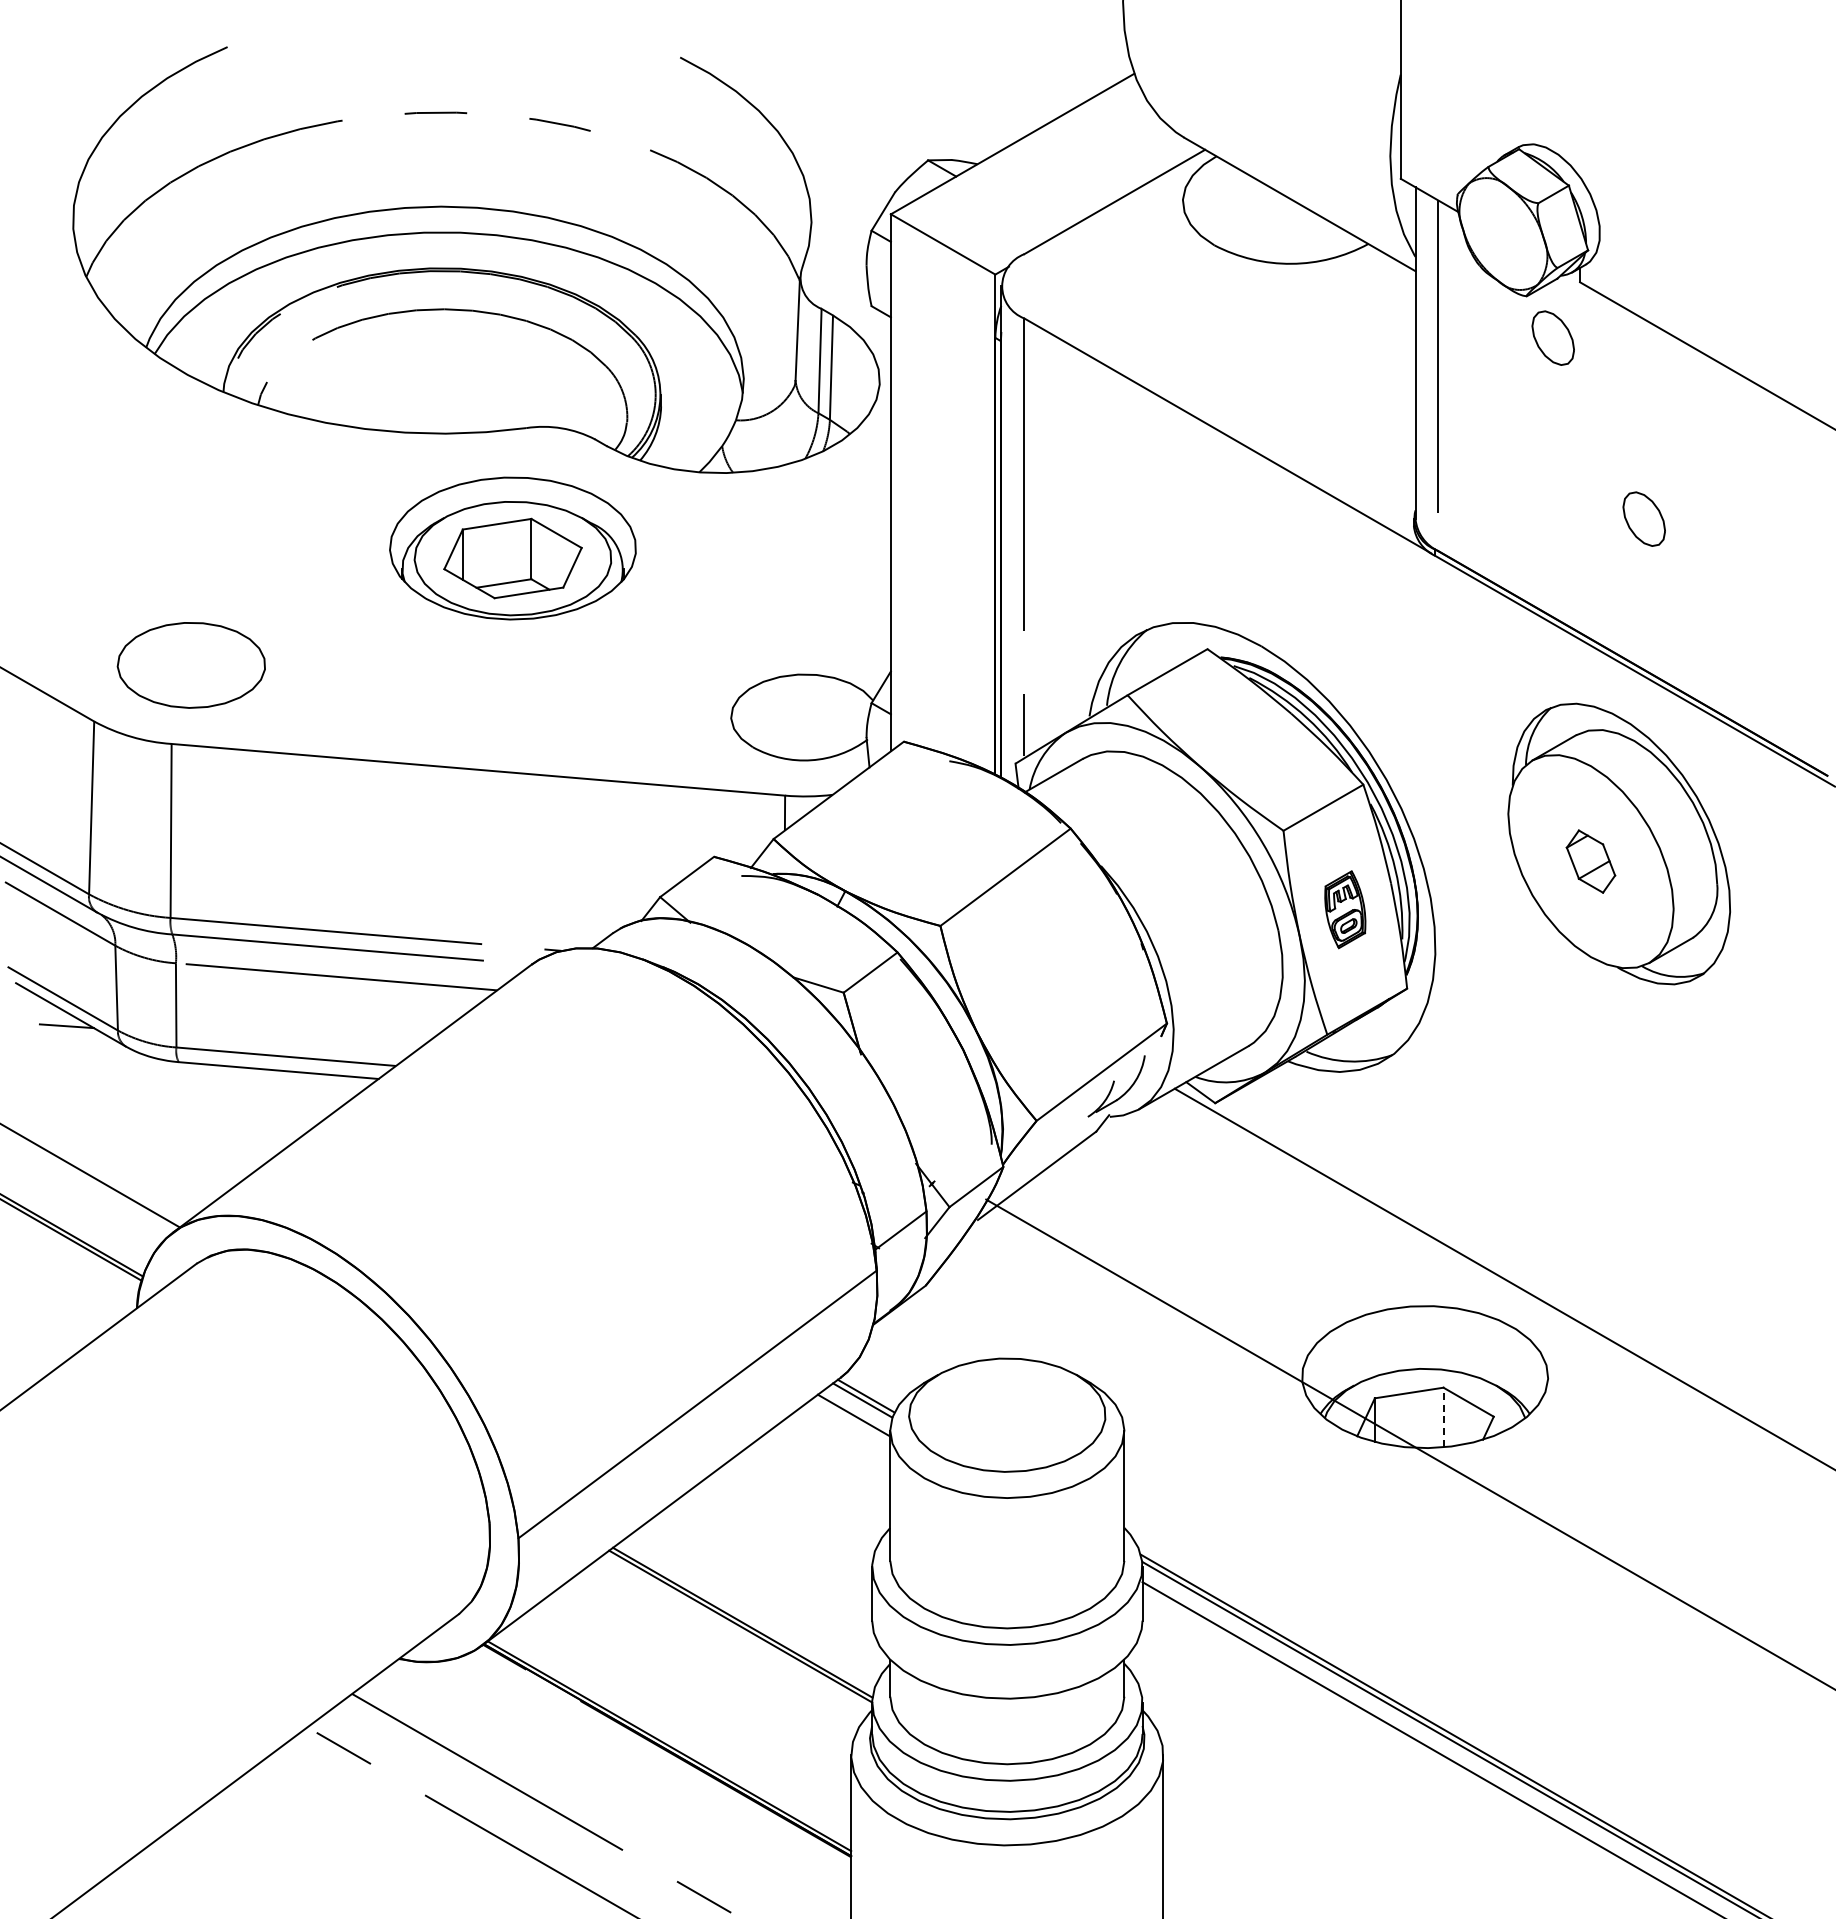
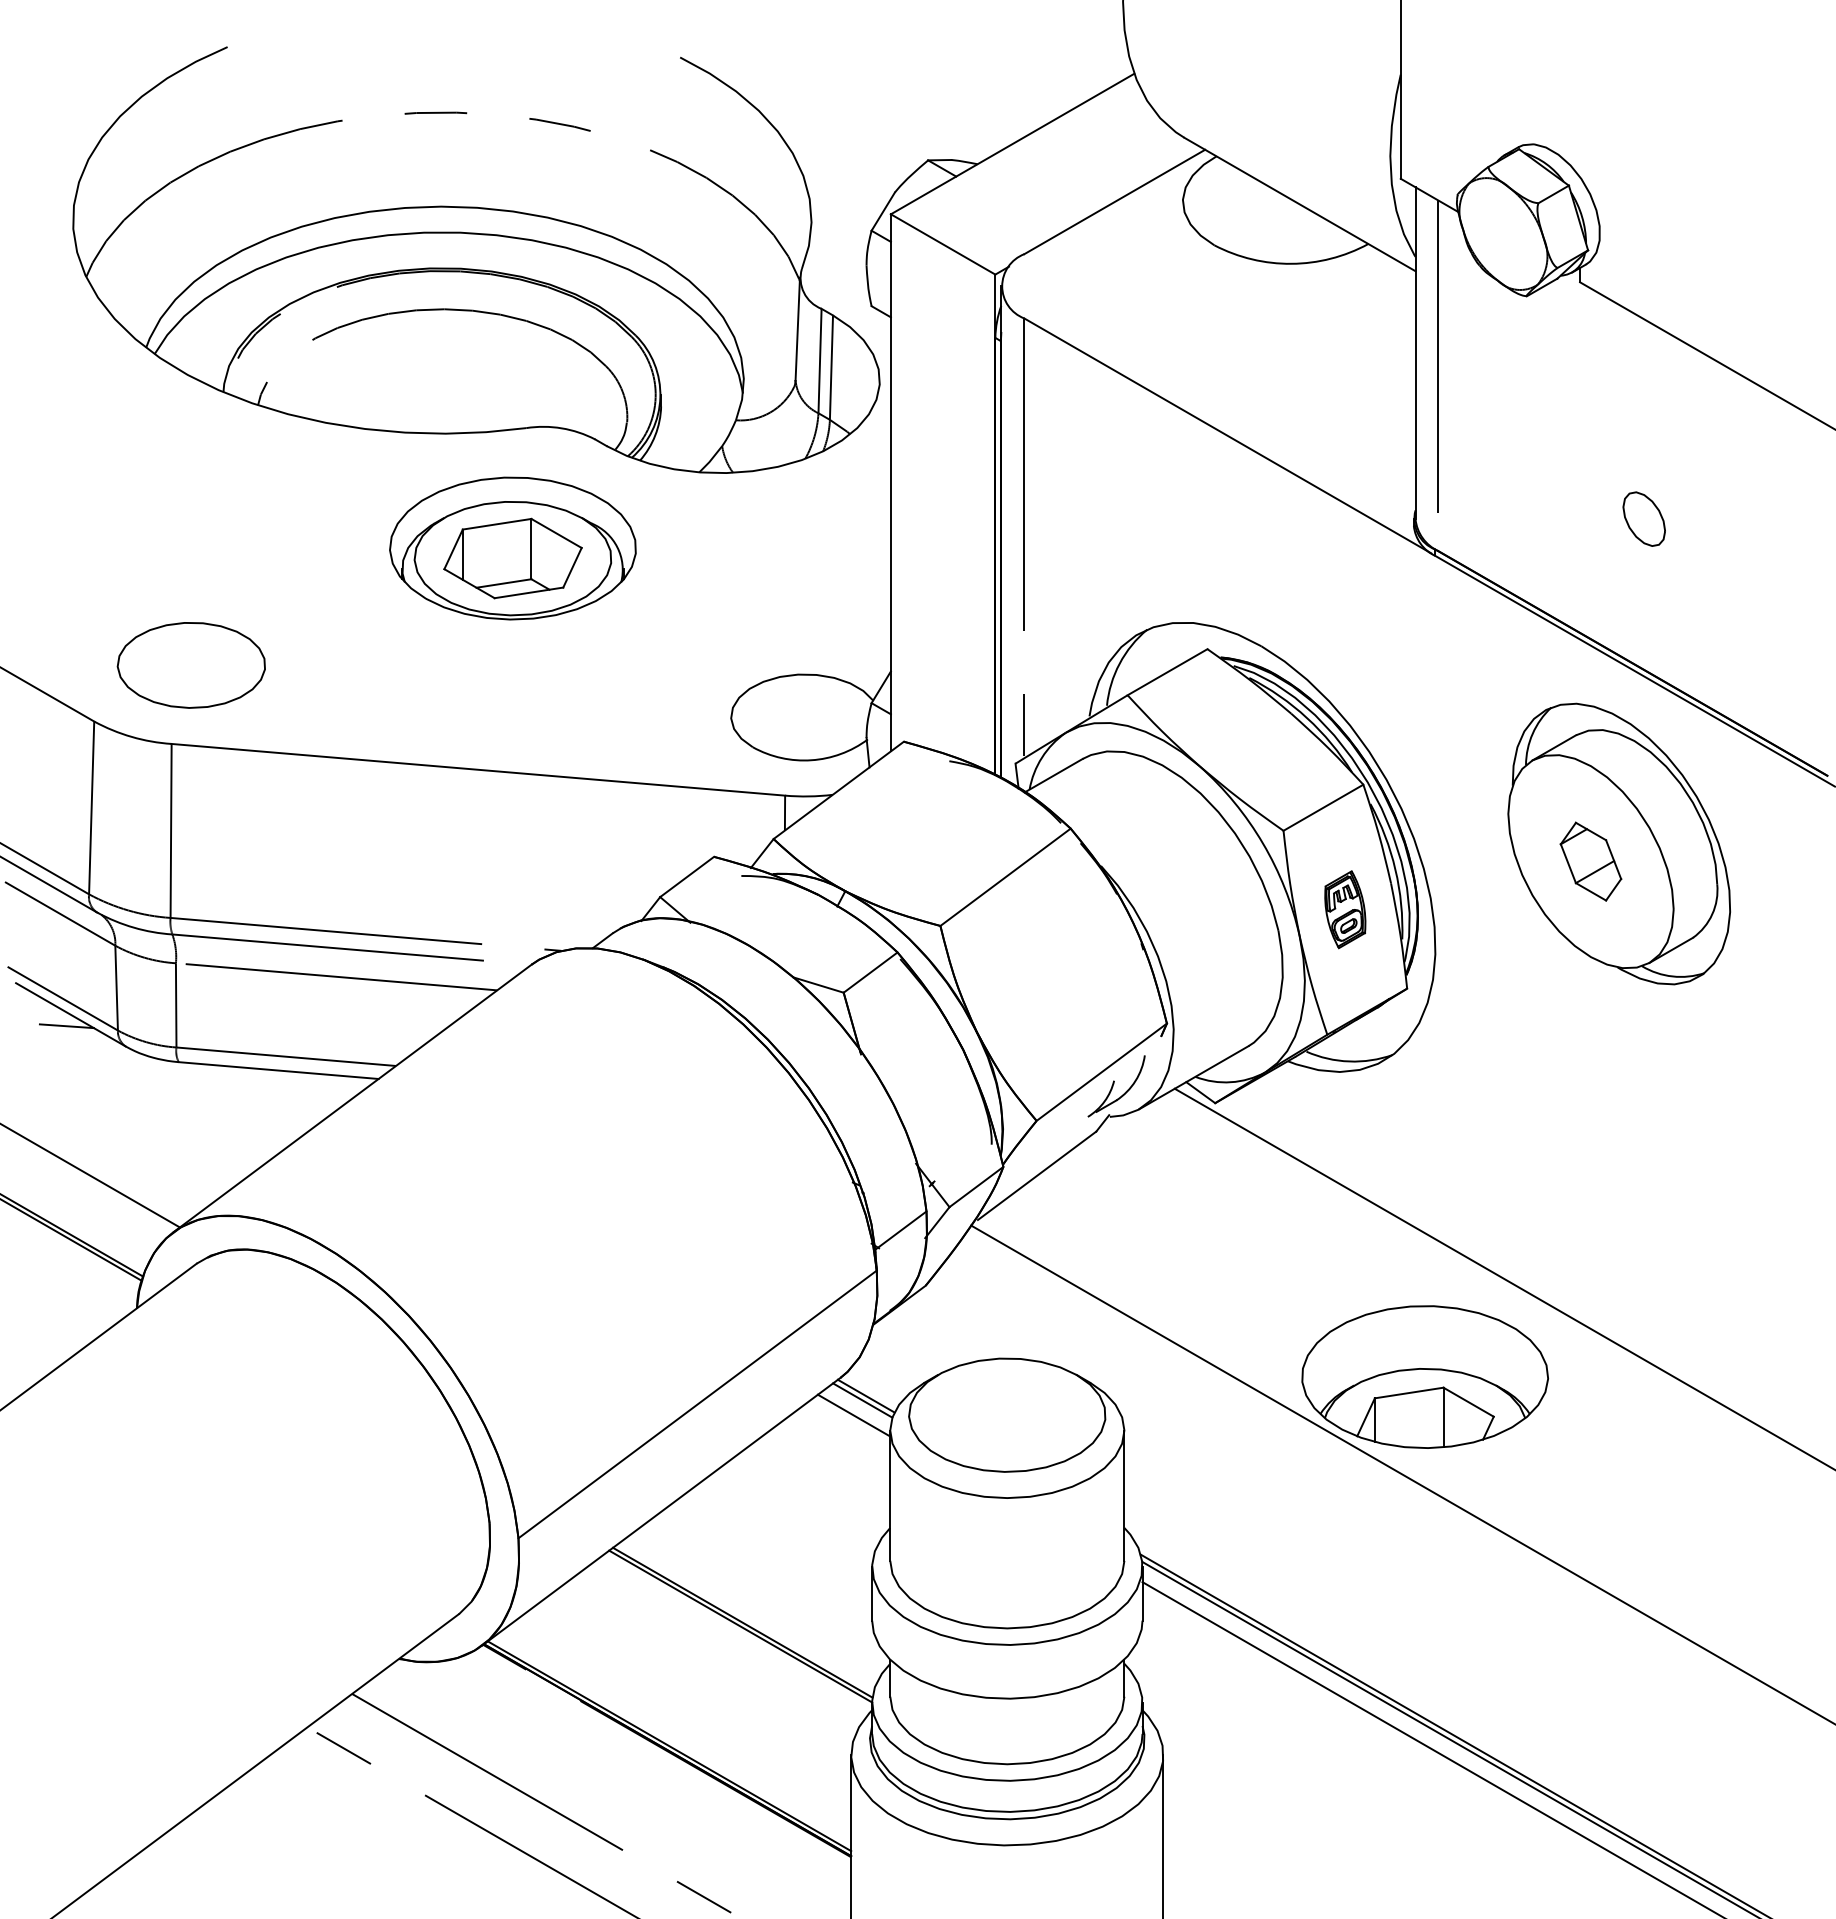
part at (1552, 337): present -> none
part at (1590, 861) size: 52x65 px -> 64x81 px
line at (1443, 1417): dashed -> solid
line at (1409, 1443) position: (1409, 1443) -> (1401, 1473)
